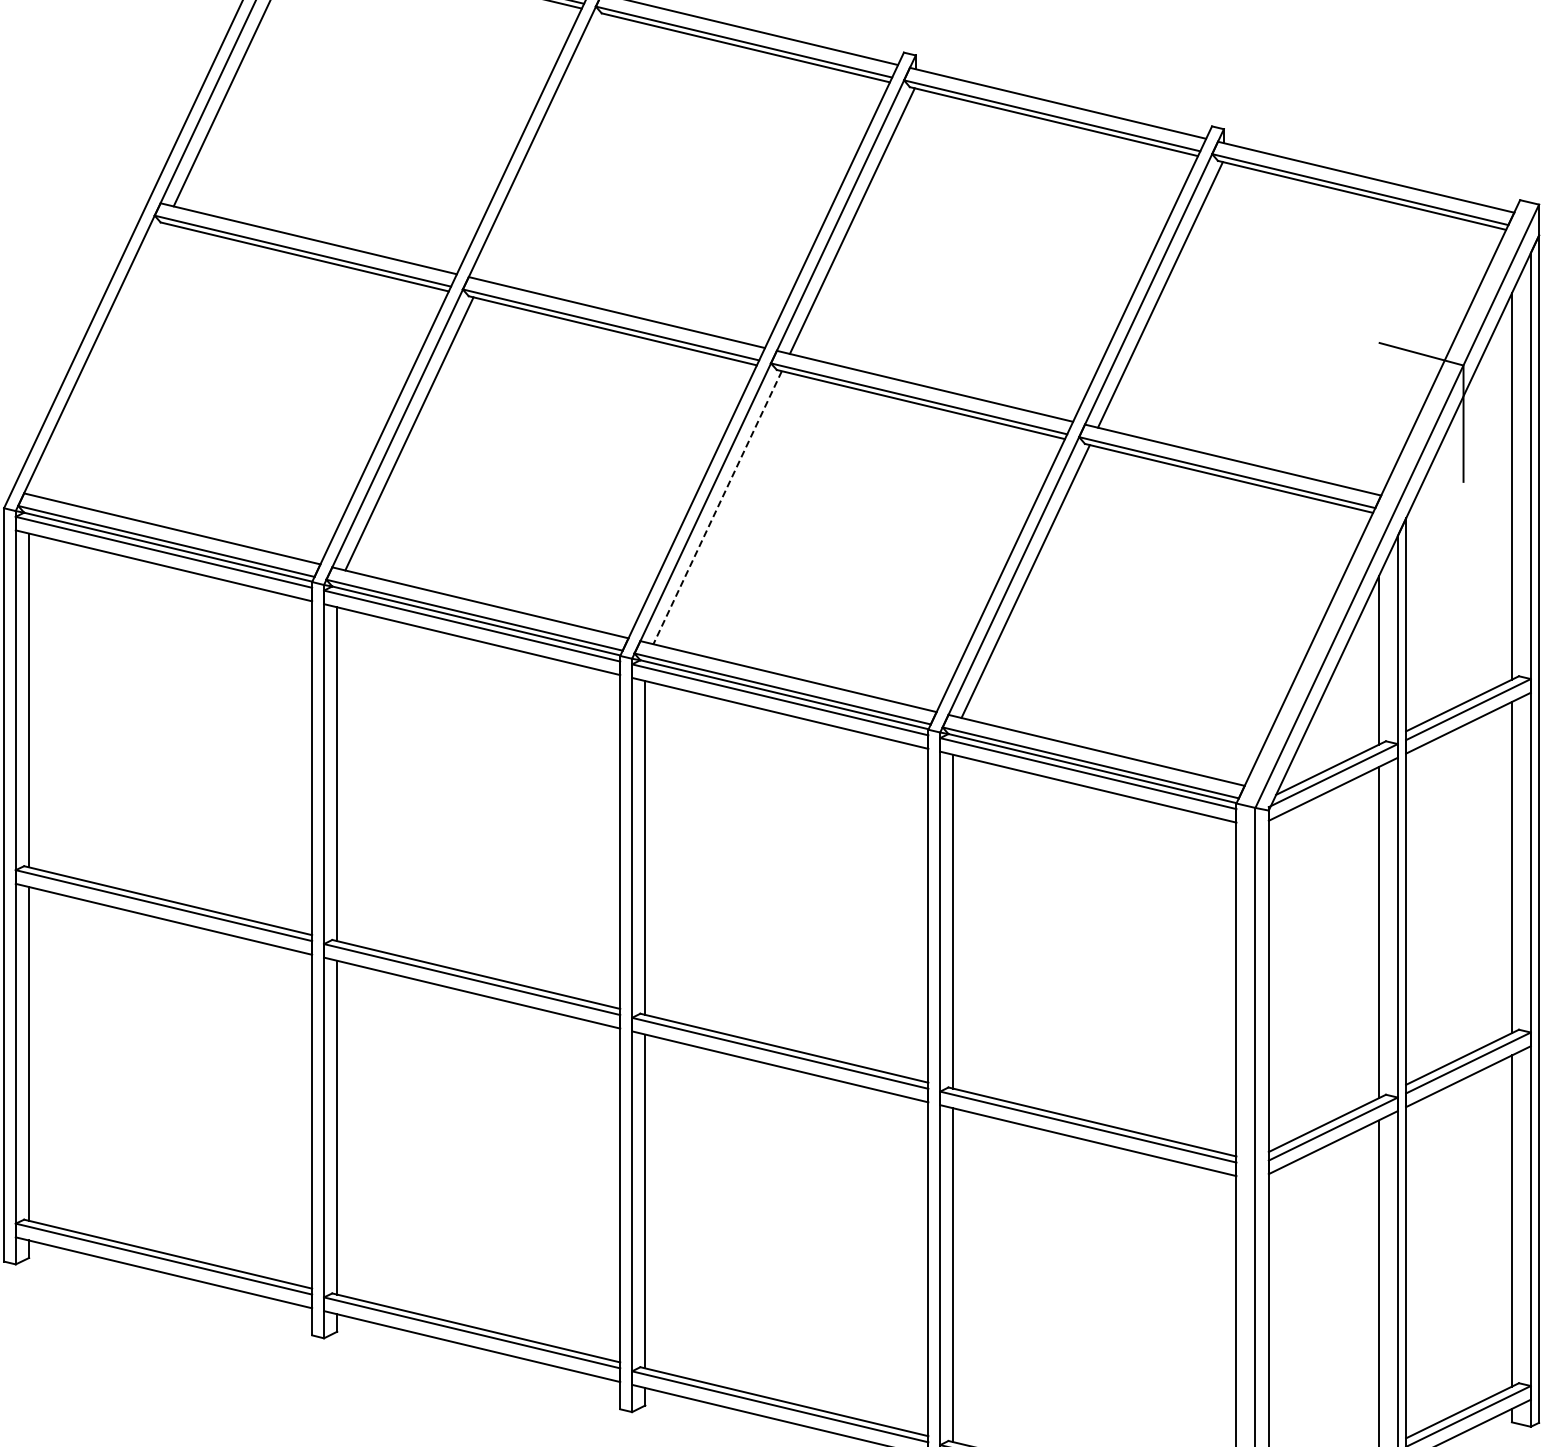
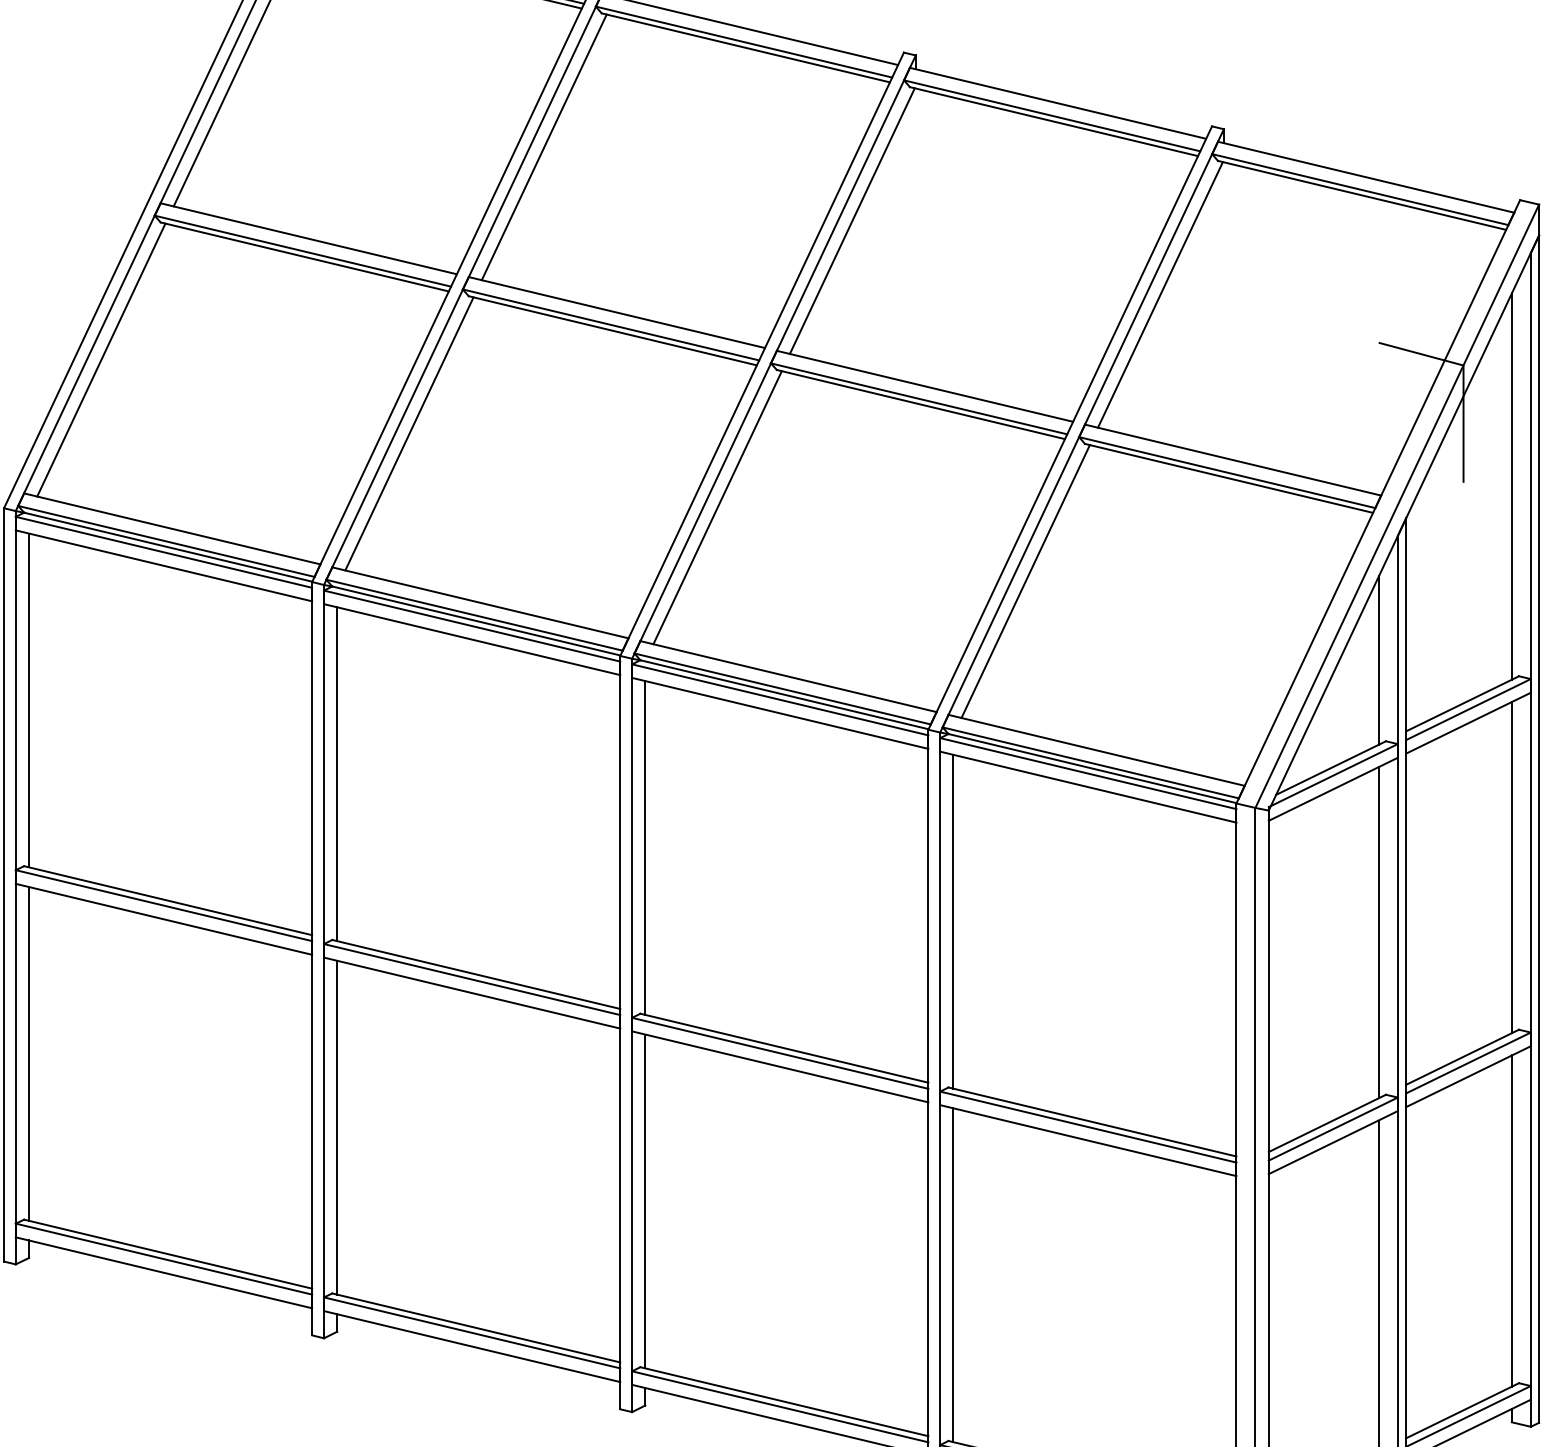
line at (543, 147): none -> present
line at (101, 359): none -> present
line at (717, 507): dashed -> solid
